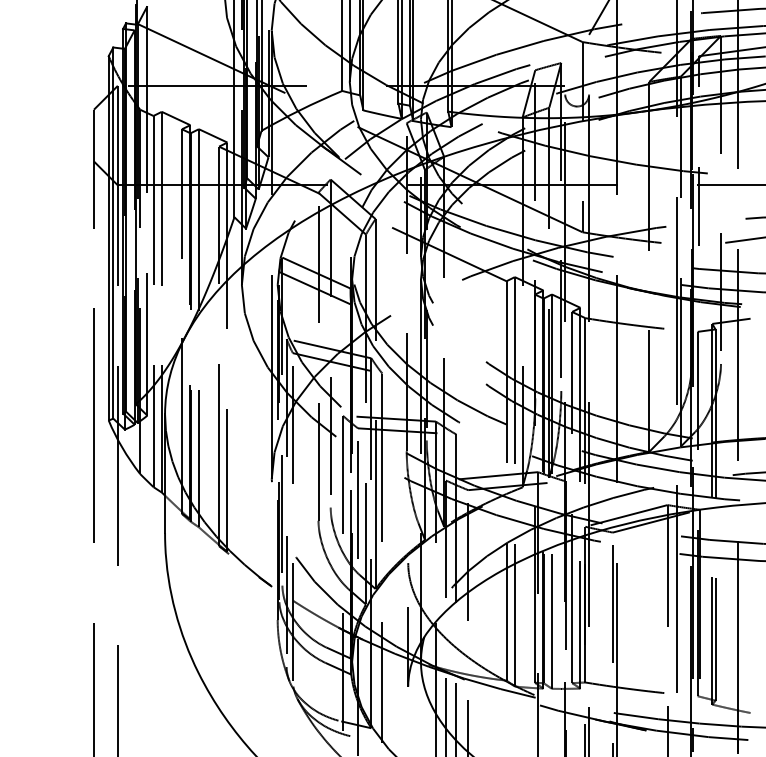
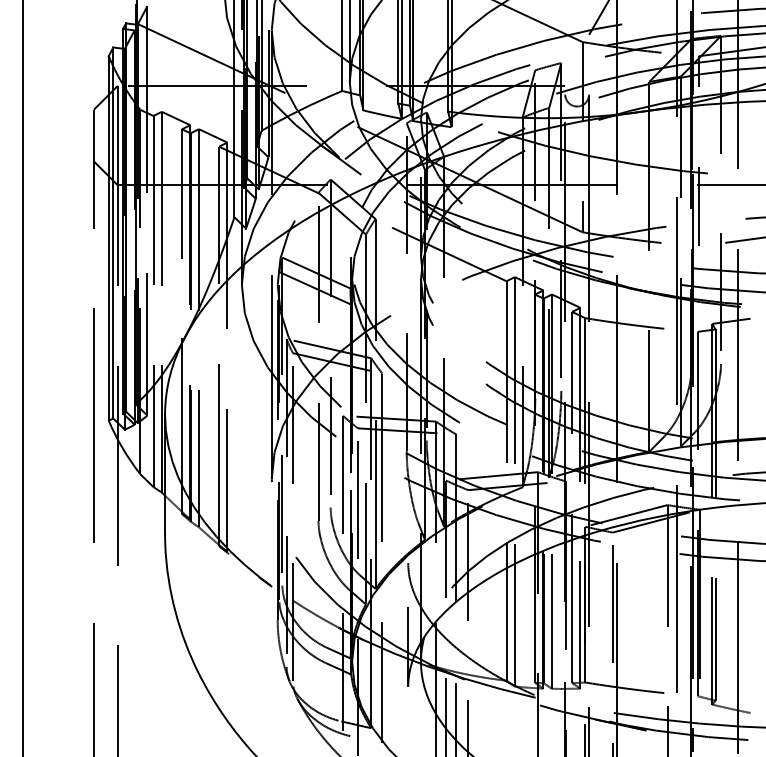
line at (22, 377): none -> present
